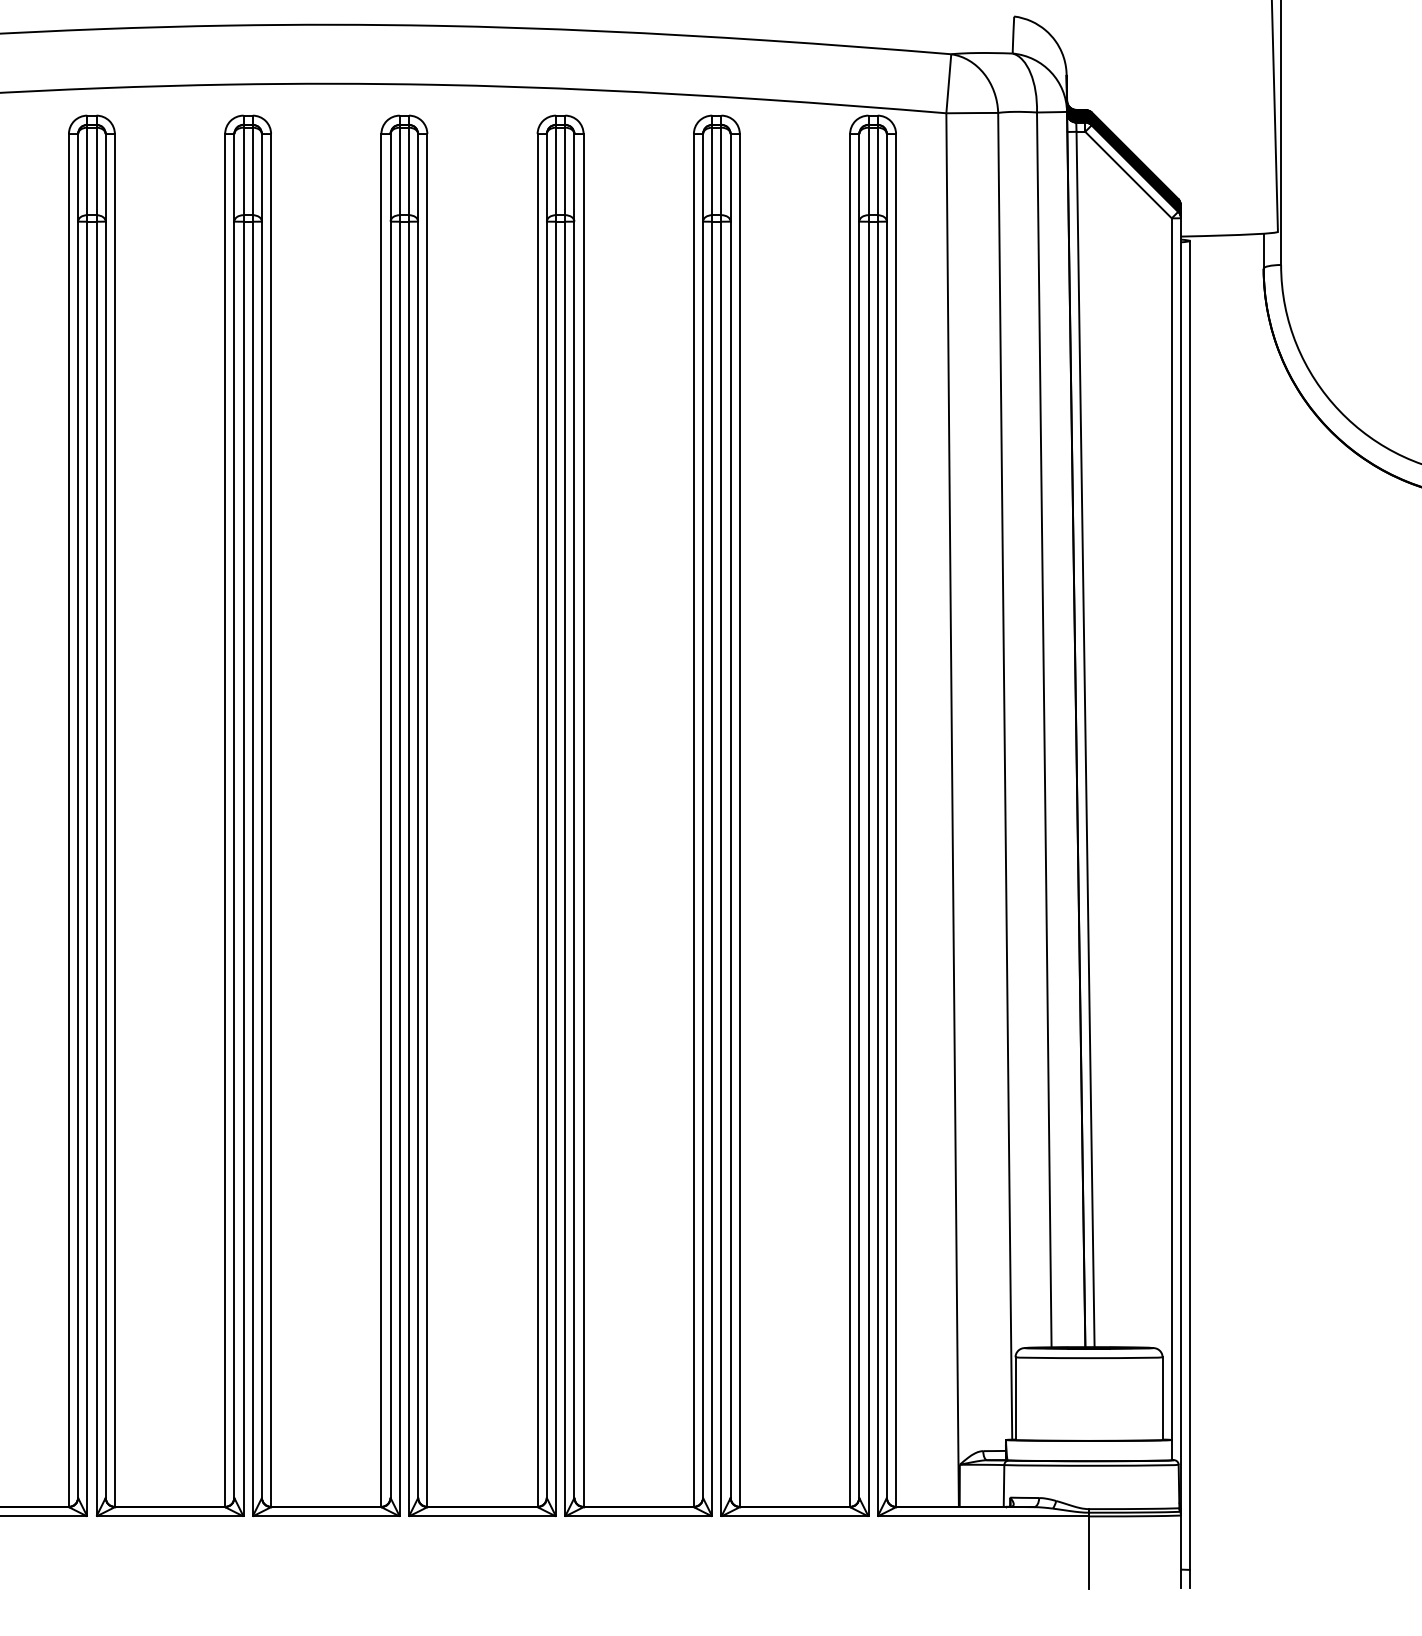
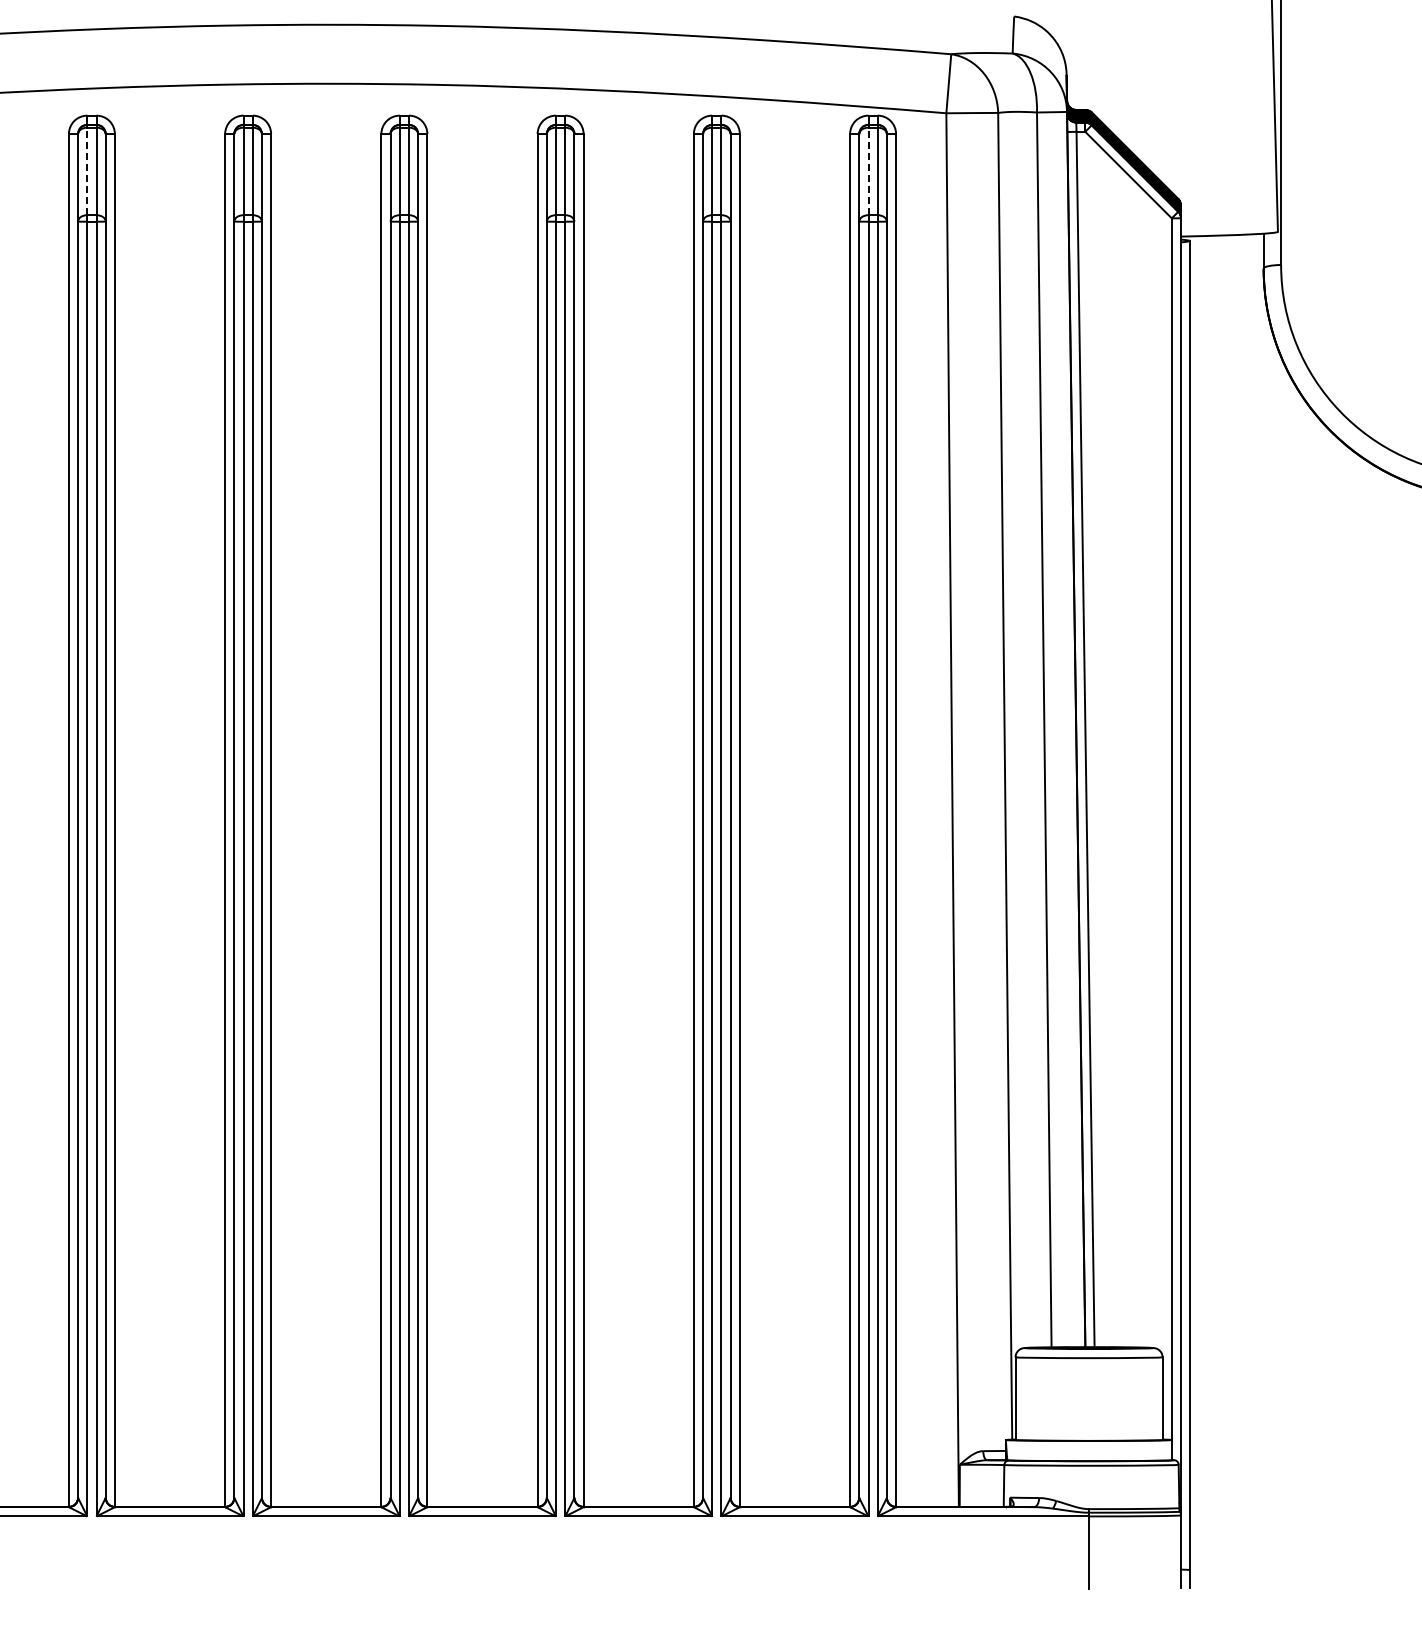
line at (87, 171): solid -> dashed
line at (868, 171): solid -> dashed
